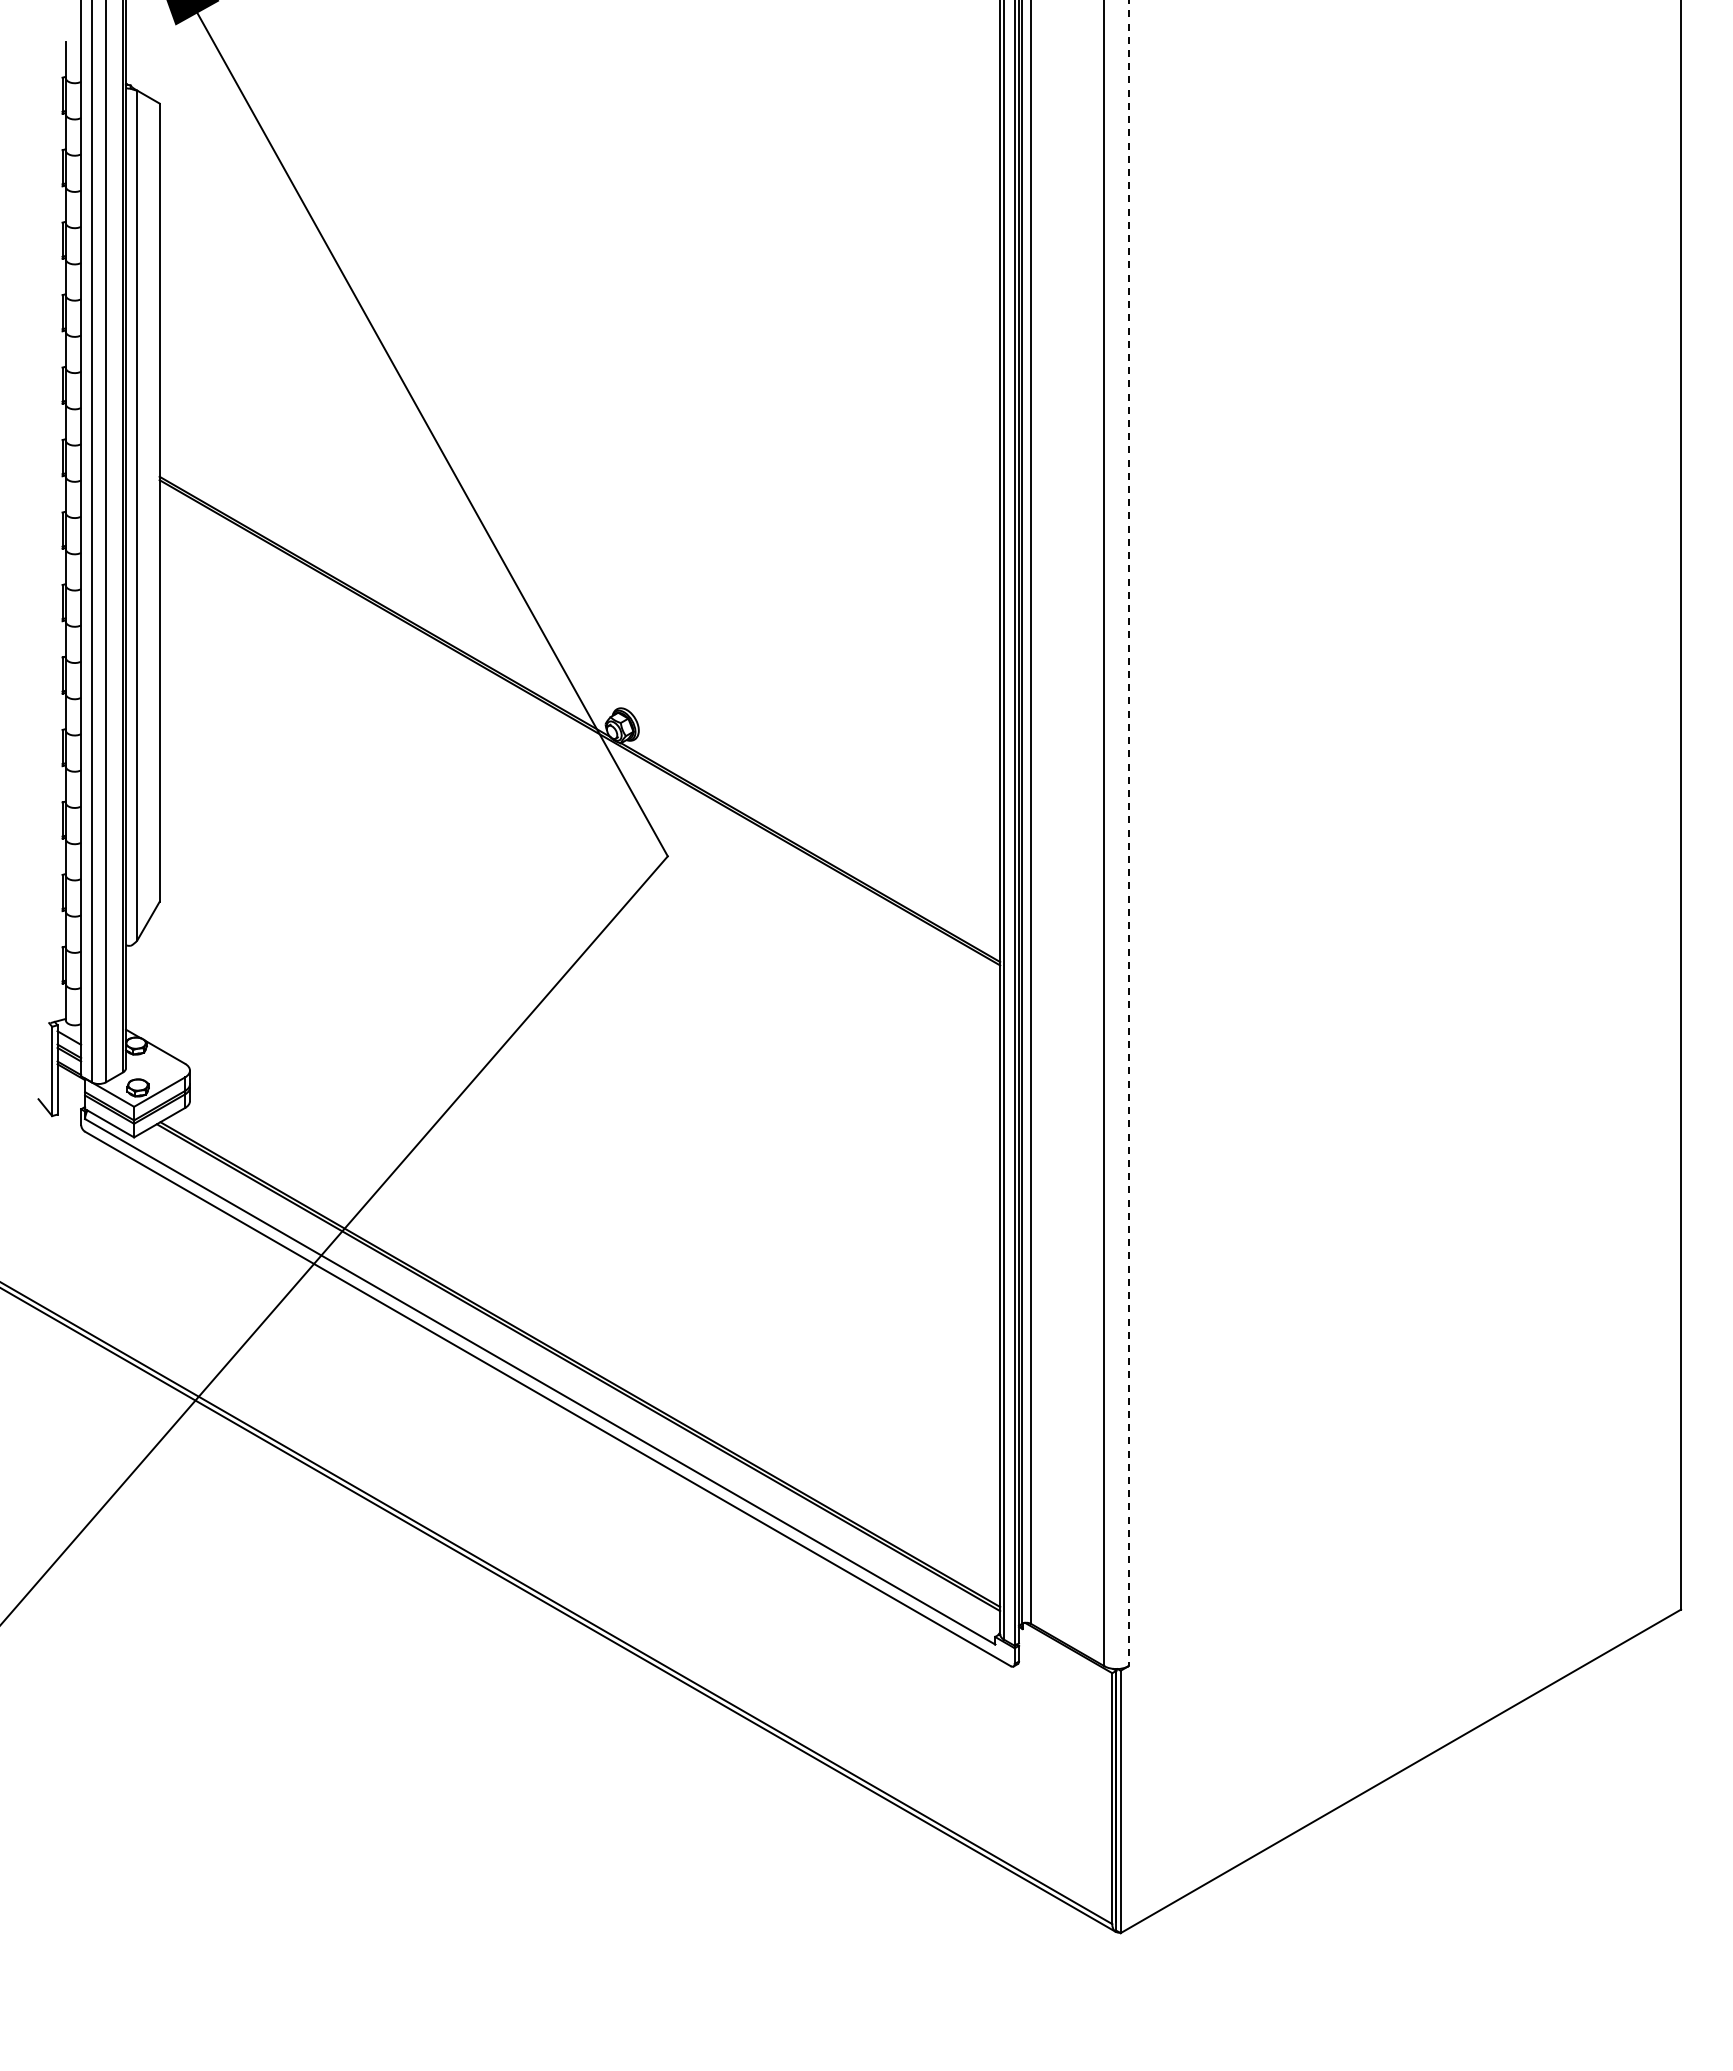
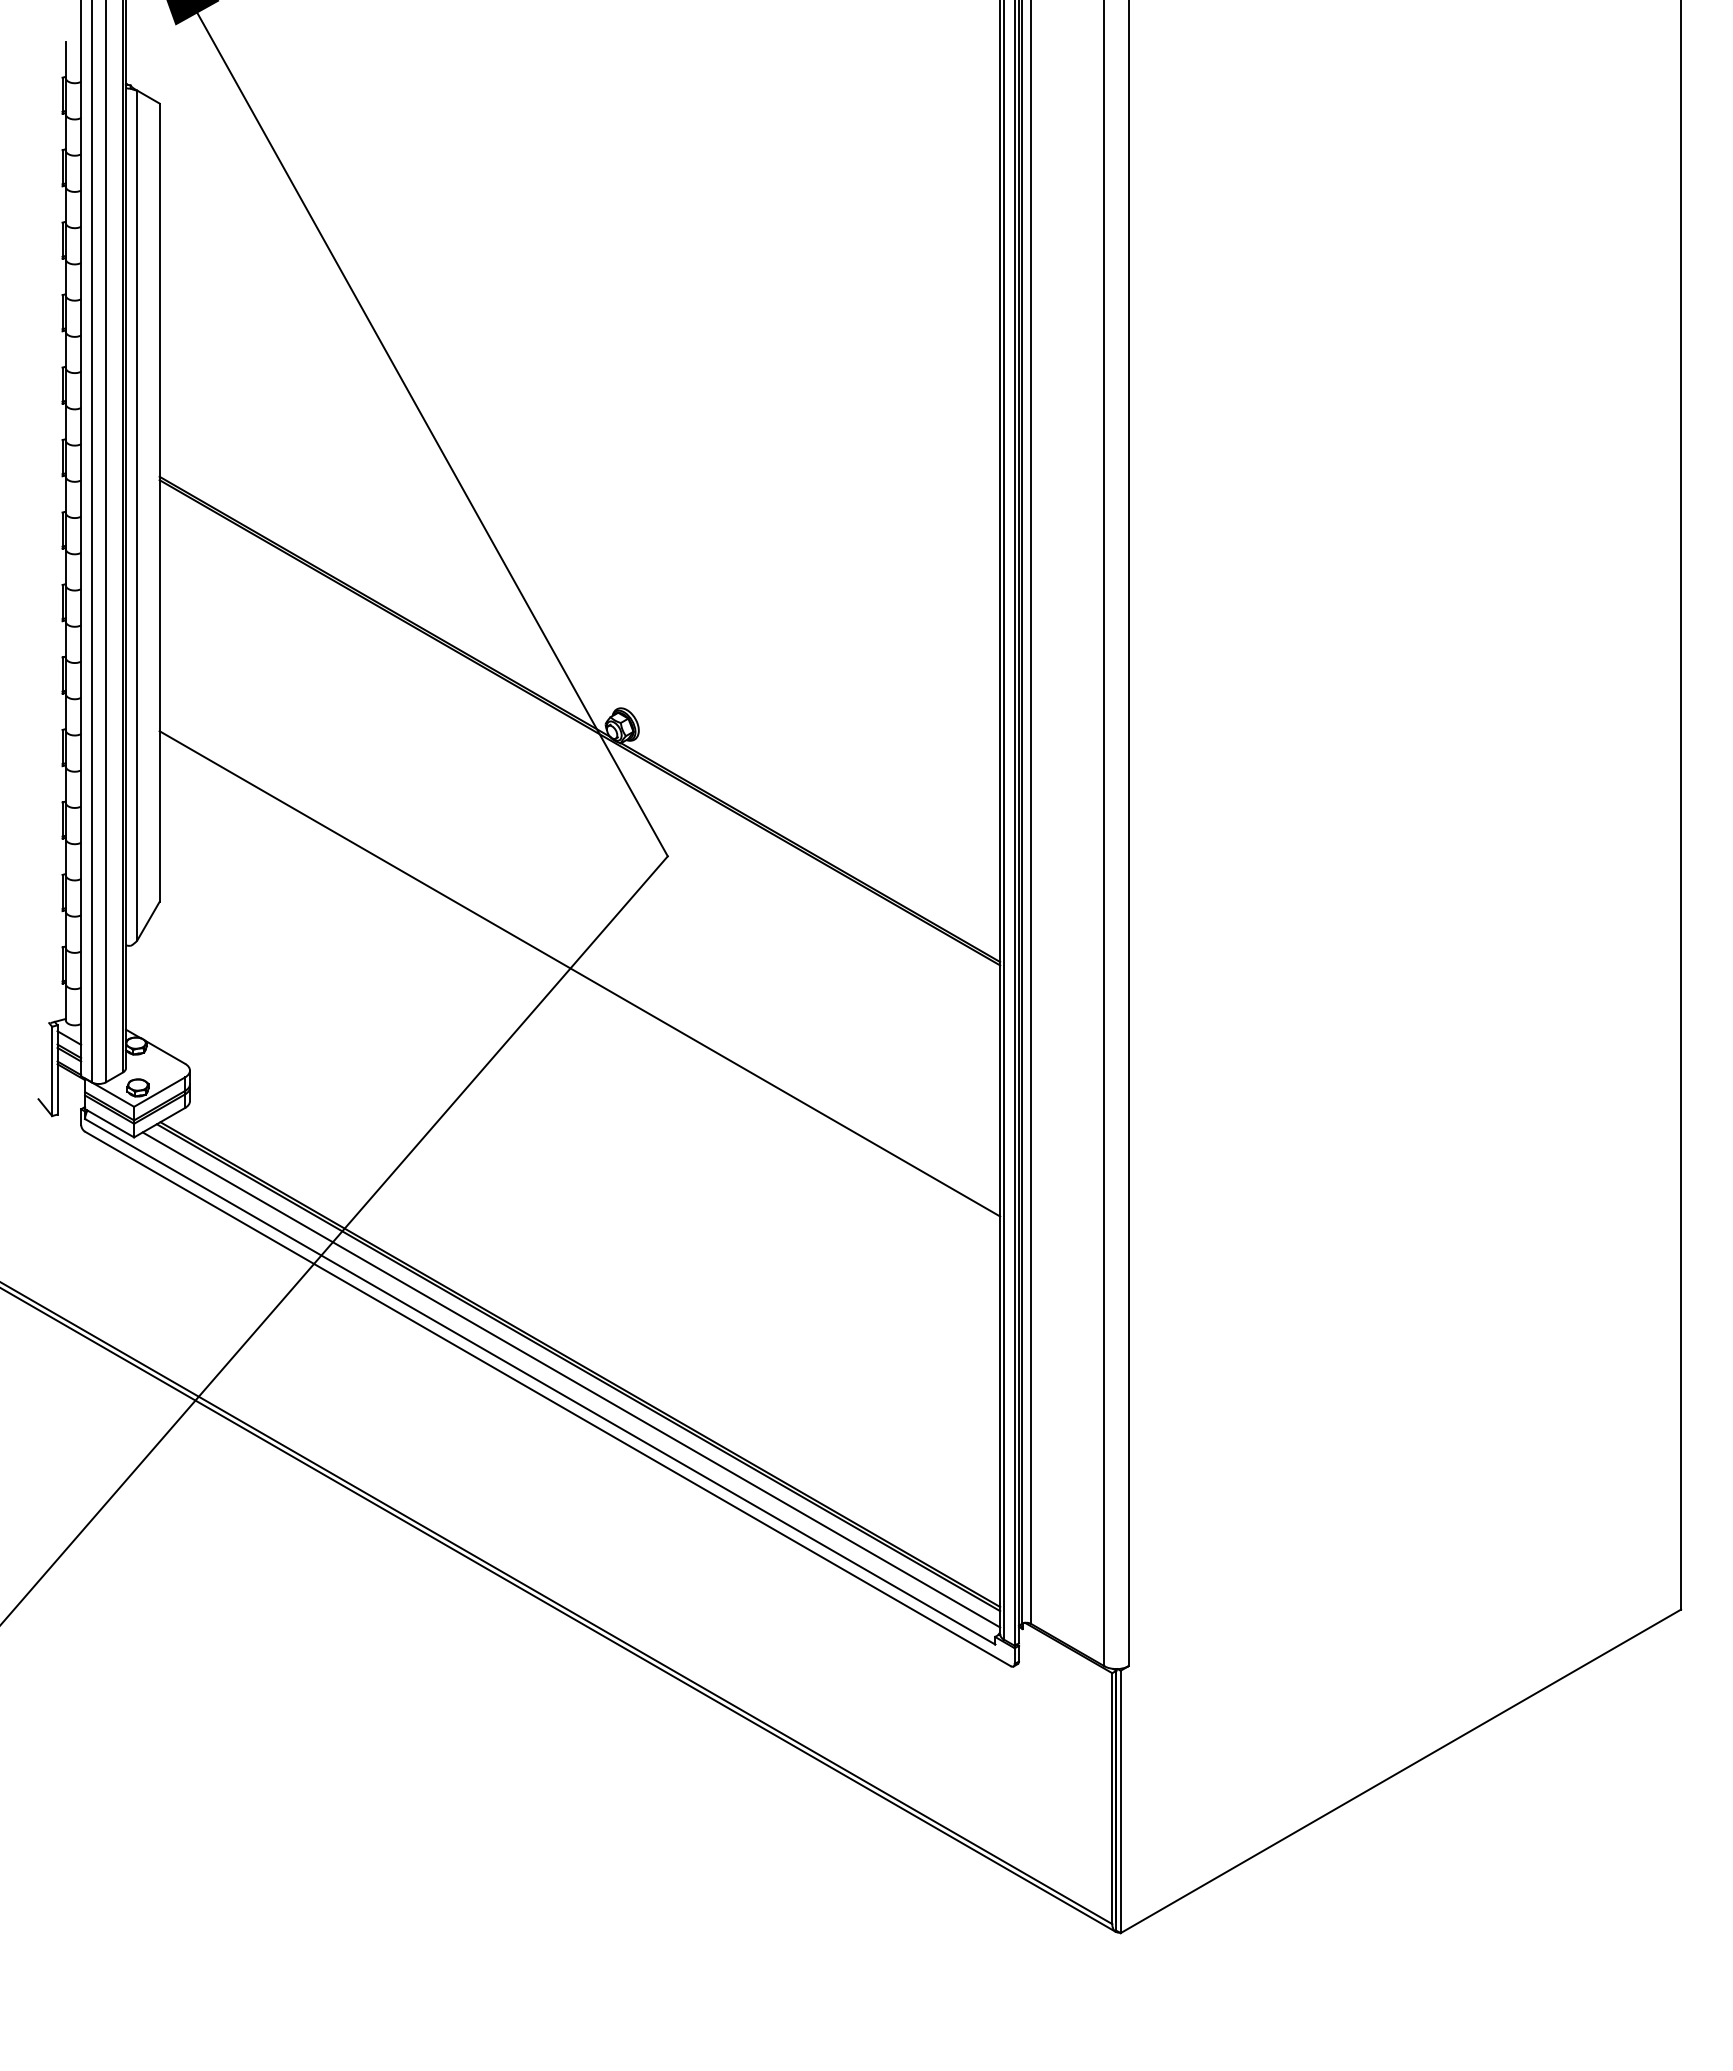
line at (1128, 833): dashed -> solid
line at (579, 973): none -> present
line at (571, 1379): none -> present
